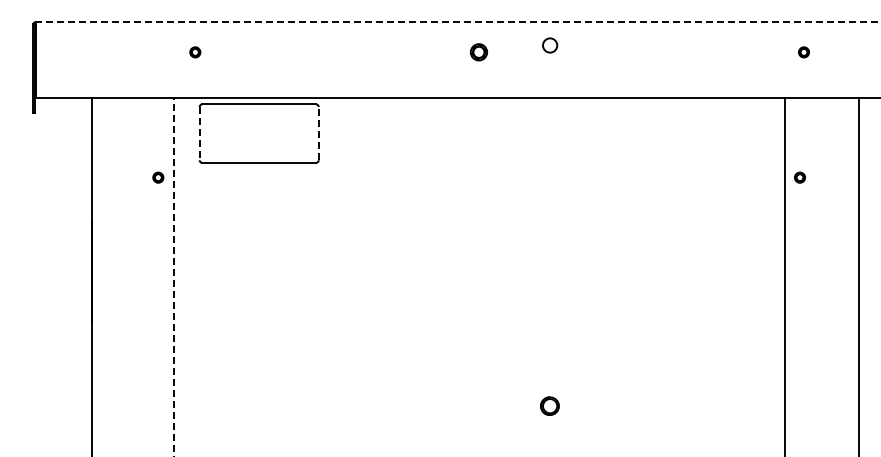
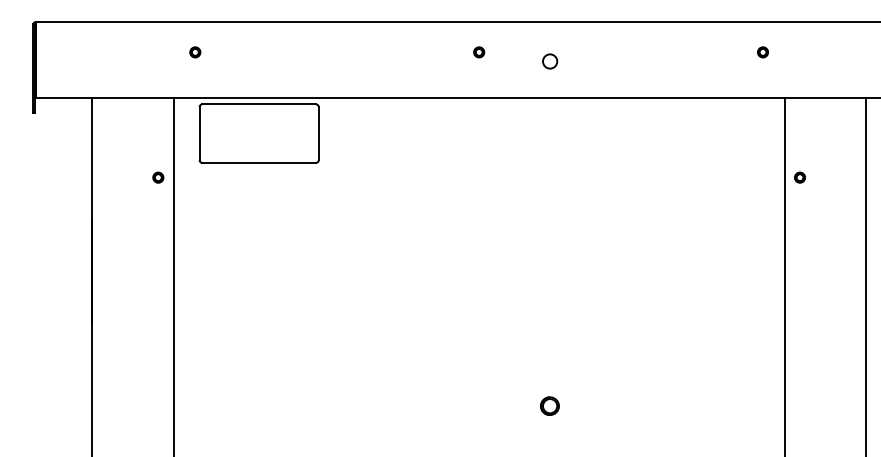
line at (458, 21): dashed -> solid
circle at (550, 45) position: (550, 45) -> (550, 61)
part at (478, 52) size: 19x19 px -> 13x13 px
part at (803, 52) position: (803, 52) -> (762, 52)
line at (199, 133): dashed -> solid
line at (318, 133): dashed -> solid
line at (858, 275) position: (858, 275) -> (865, 275)
line at (173, 276): dashed -> solid
